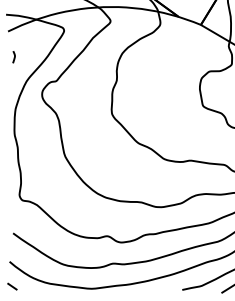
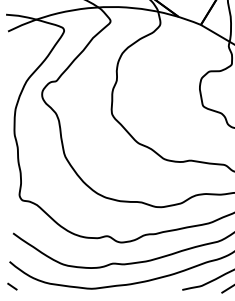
curve at (13, 57): present -> none
